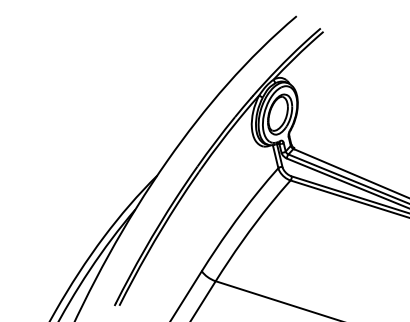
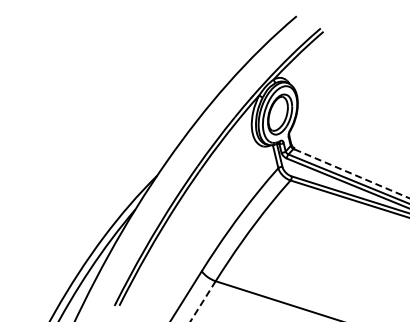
line at (352, 173): solid -> dashed
line at (202, 301): solid -> dashed
